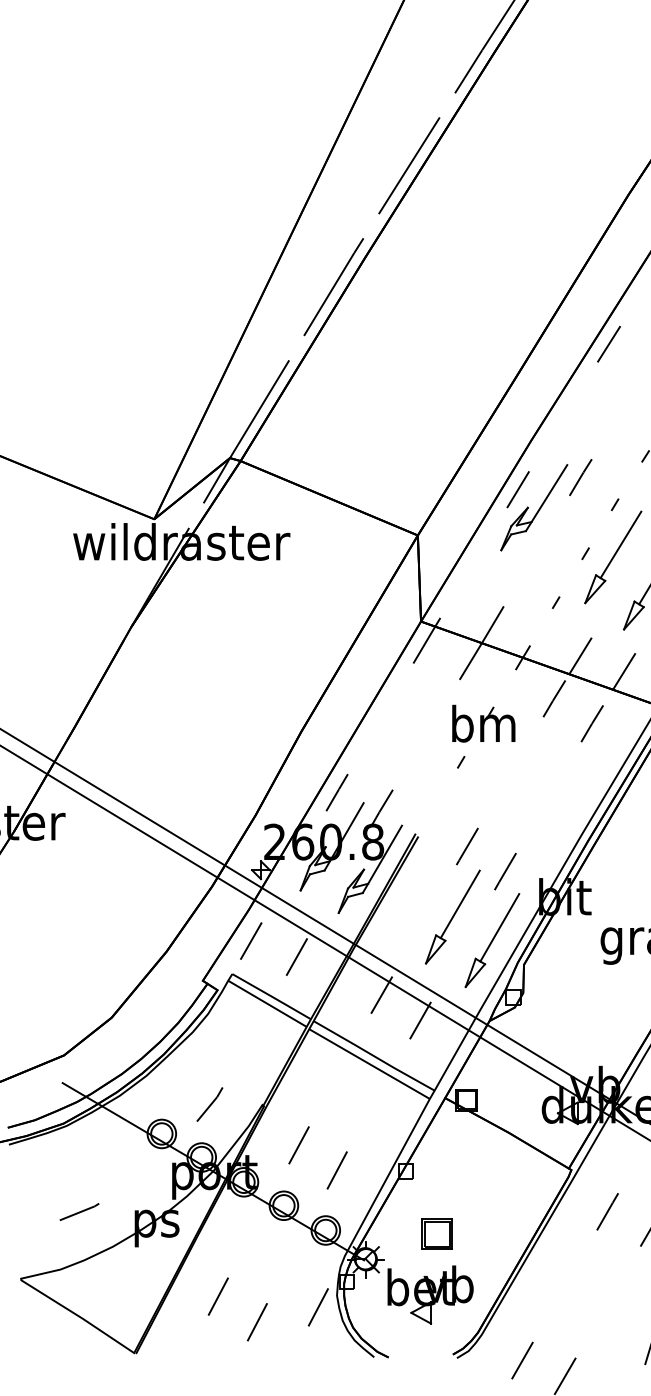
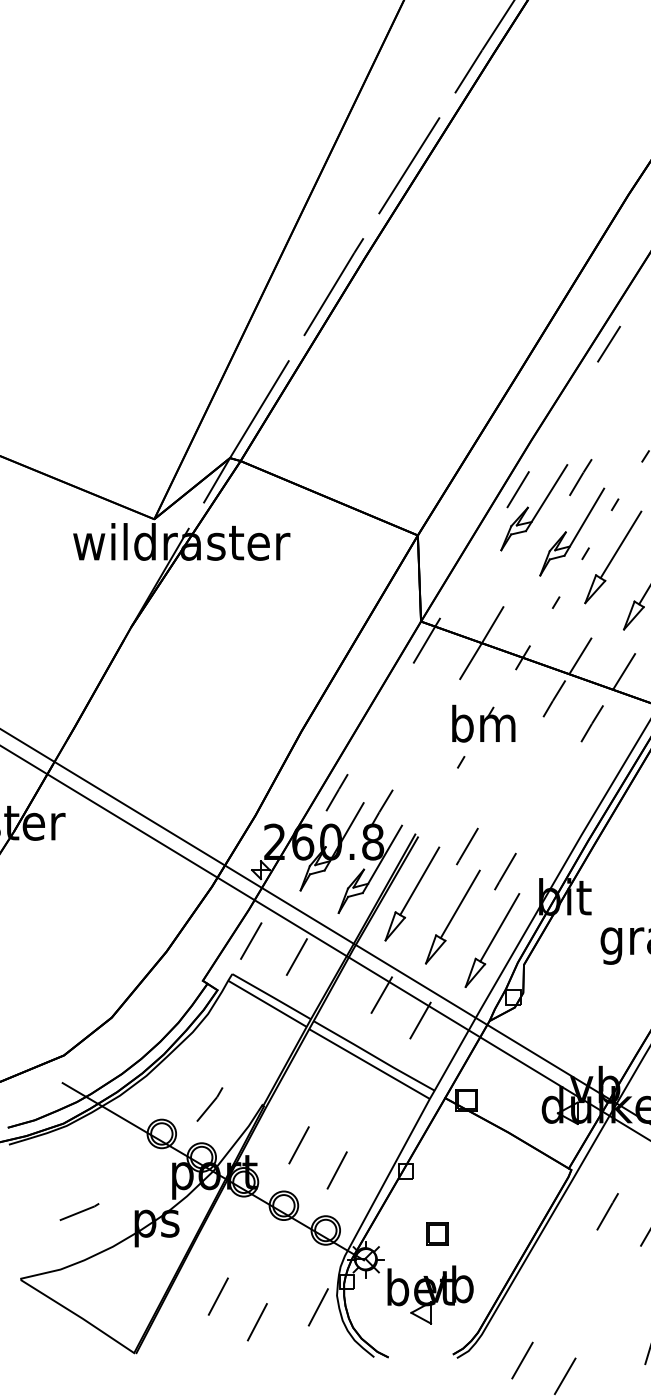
part at (572, 531): none -> present
part at (412, 893): none -> present
part at (436, 1233) size: 32x32 px -> 23x24 px
